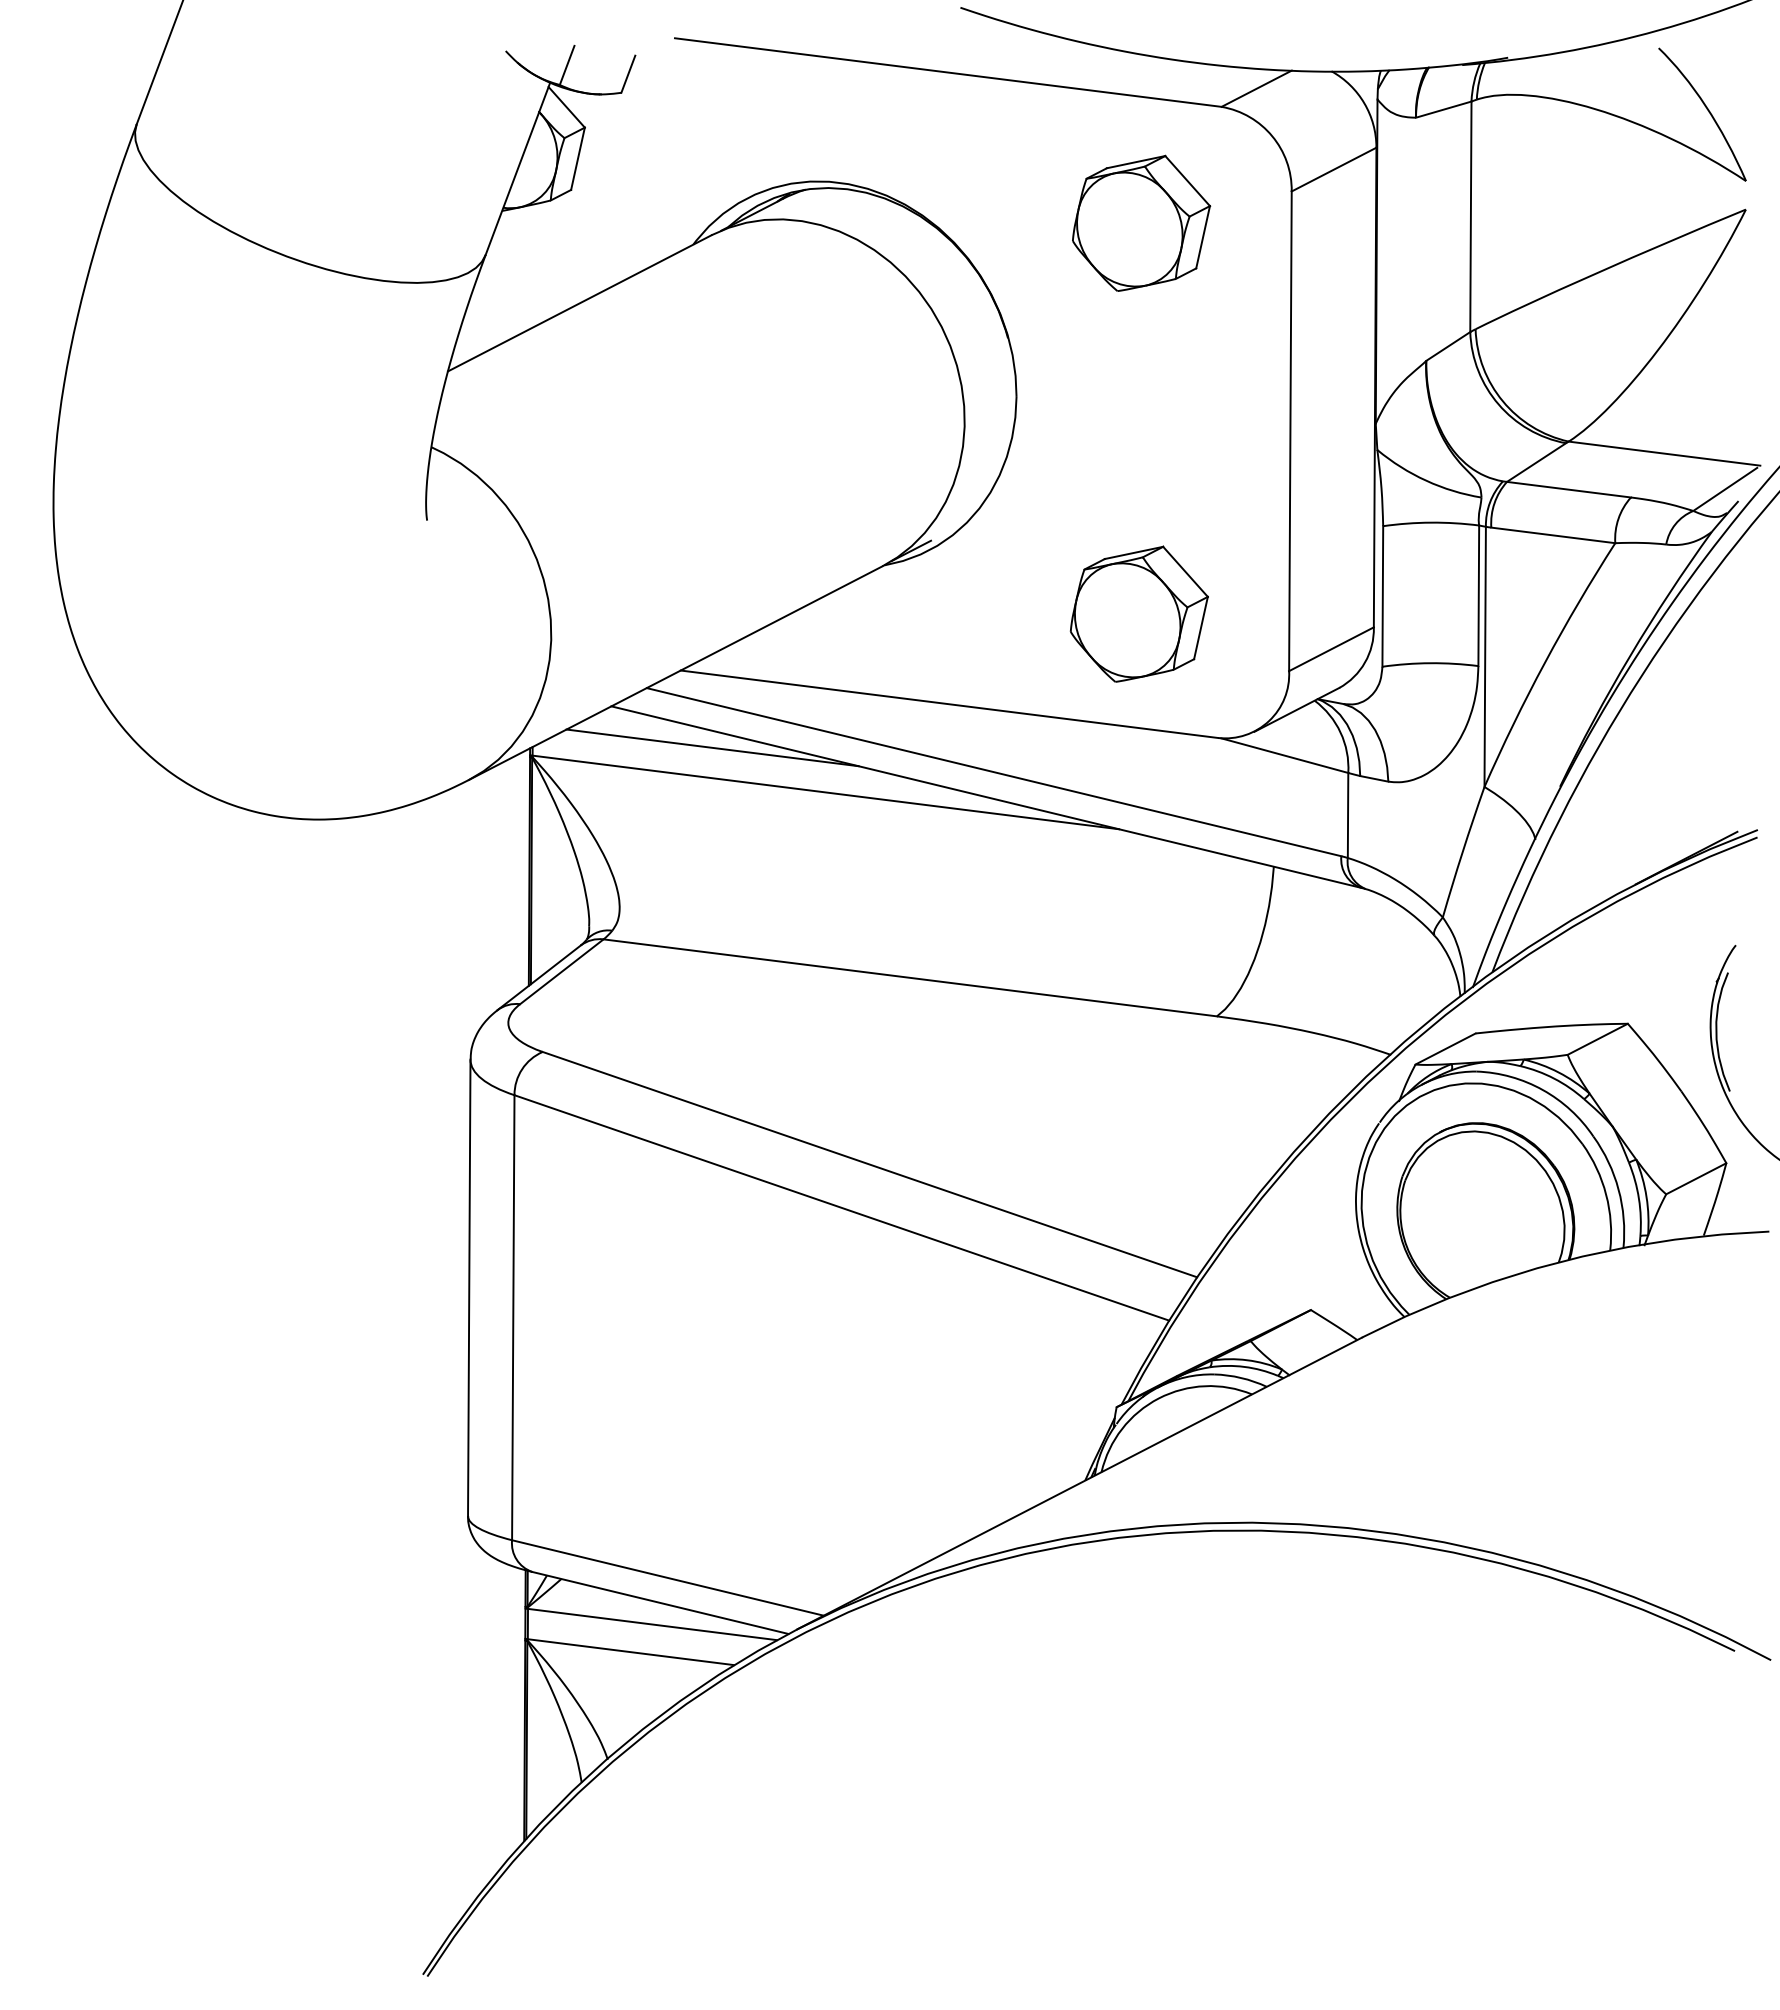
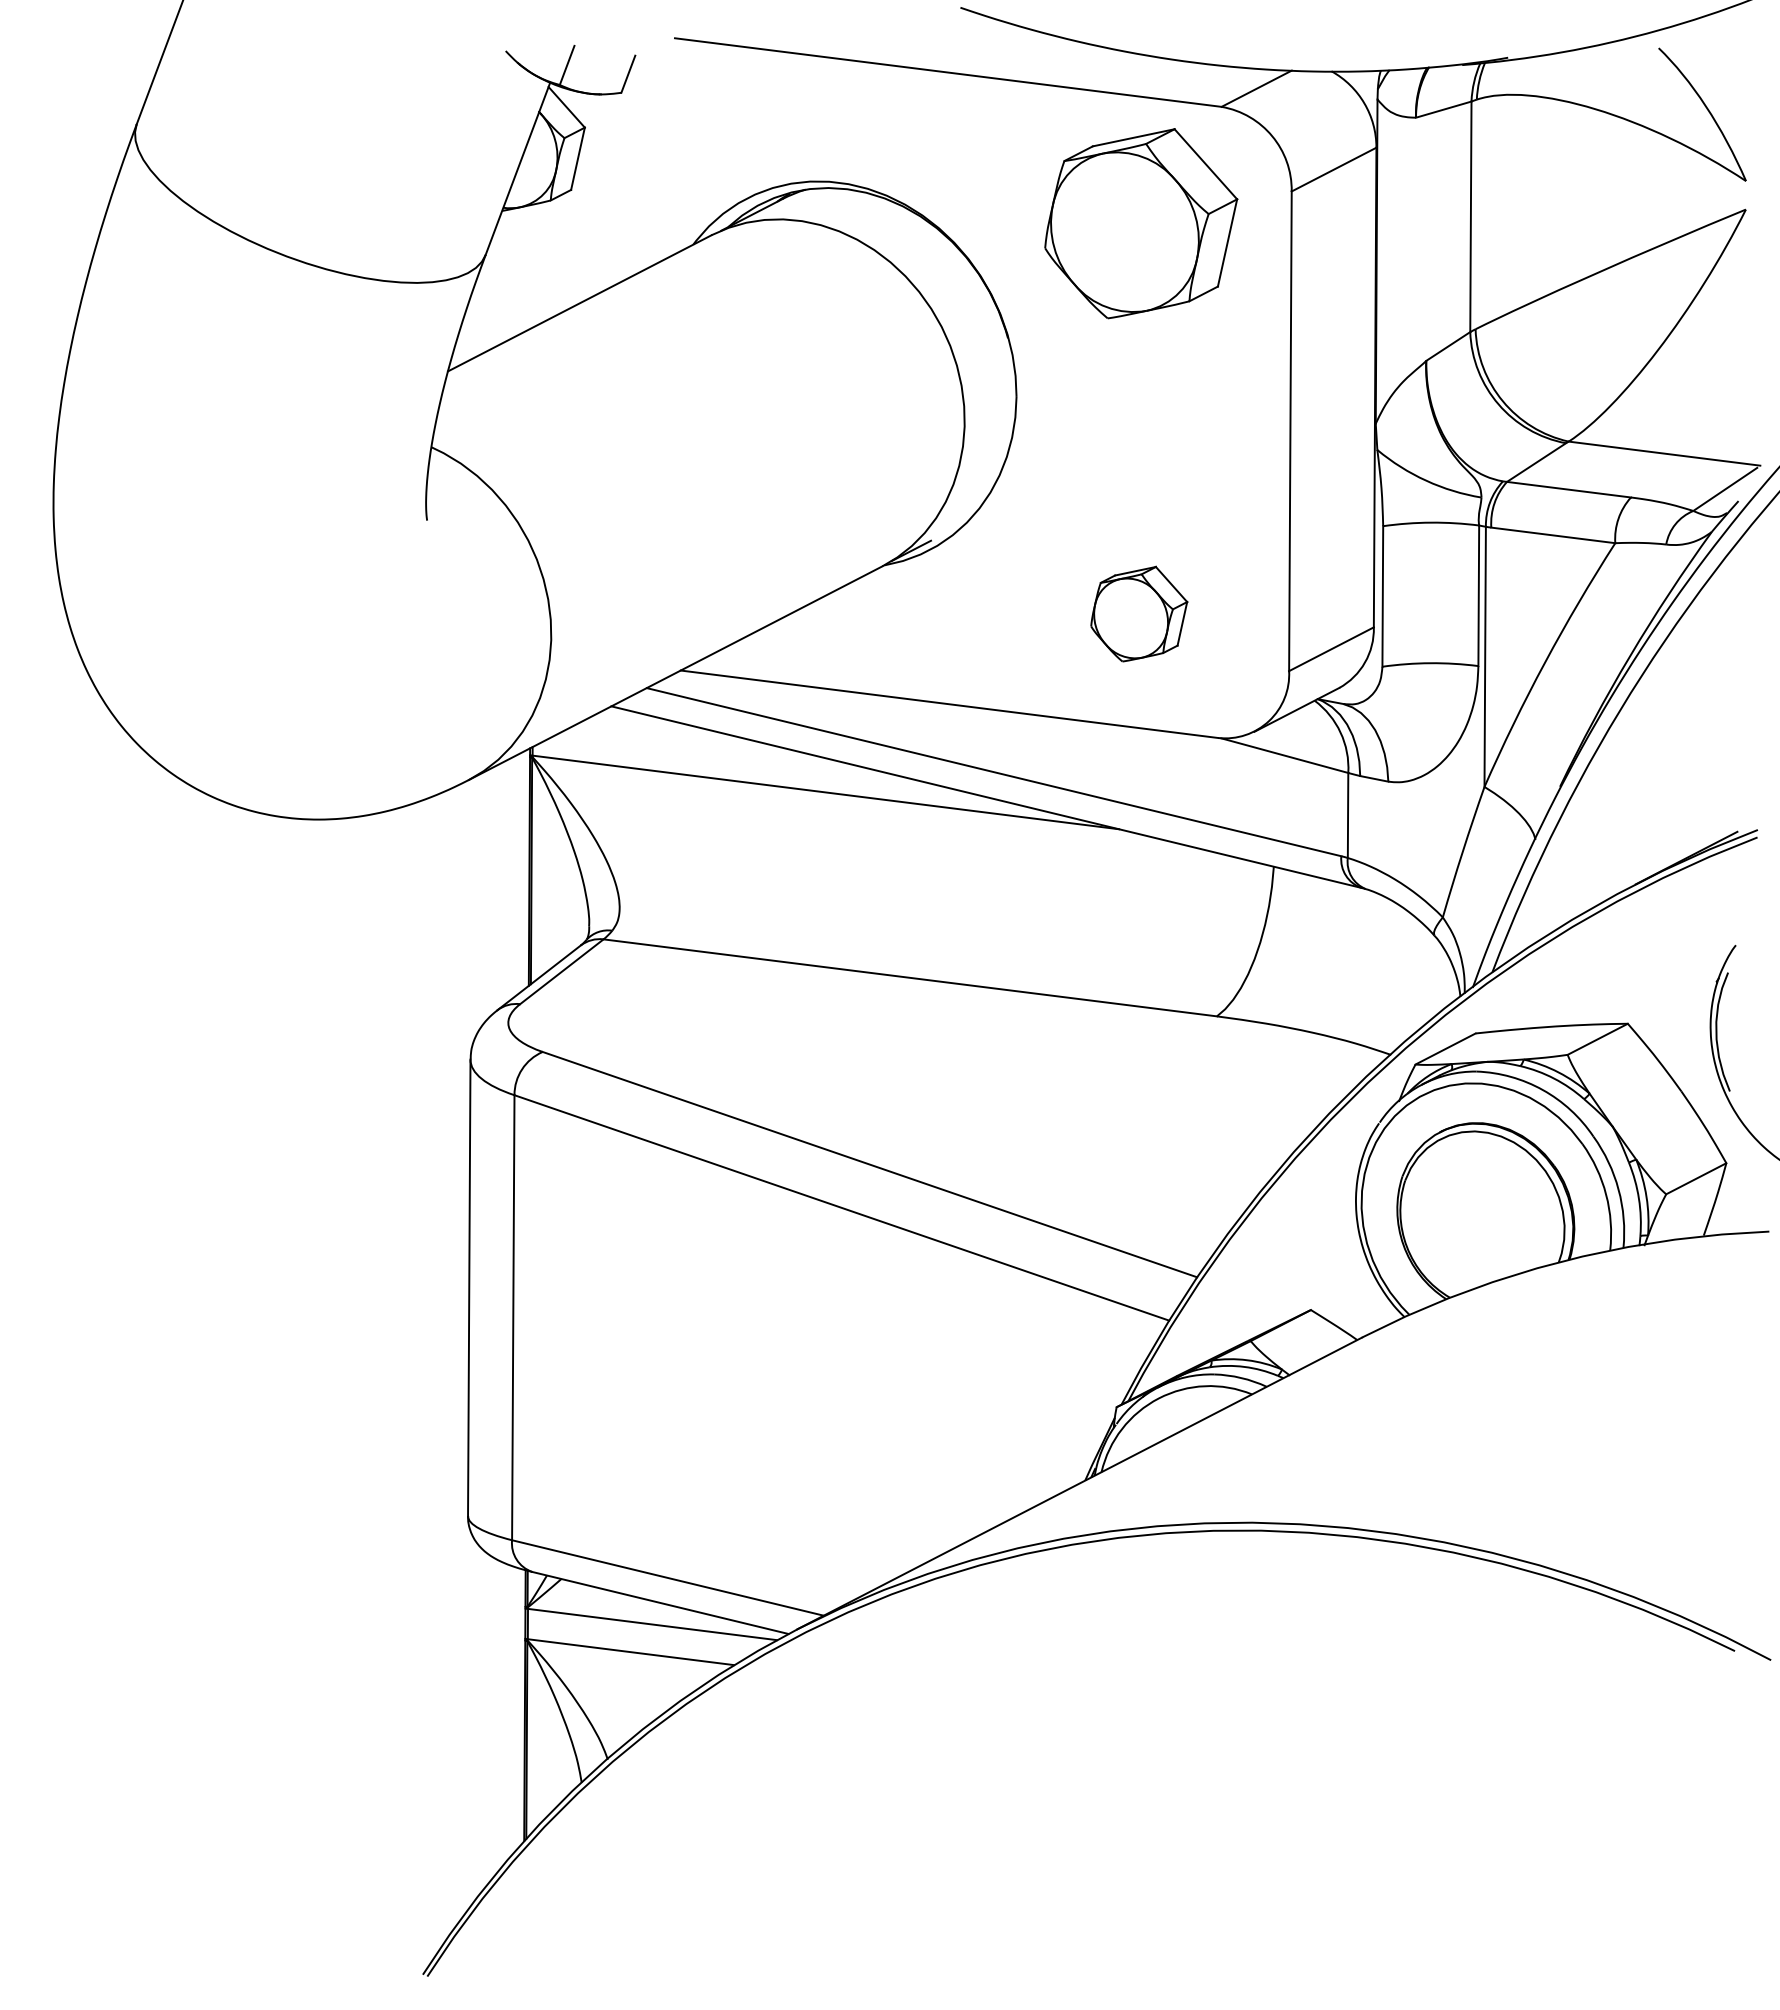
part at (1141, 222) size: 140x138 px -> 195x192 px
part at (1138, 613) size: 140x138 px -> 99x98 px
line at (712, 747): present -> none
